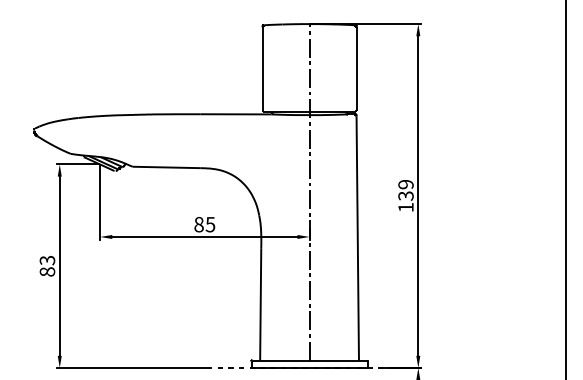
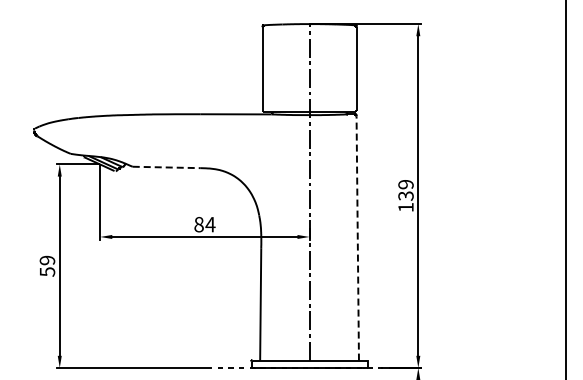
line at (167, 167): solid -> dashed
text at (210, 224): 85 -> 84
line at (357, 237): solid -> dashed
text at (47, 265): 83 -> 59
